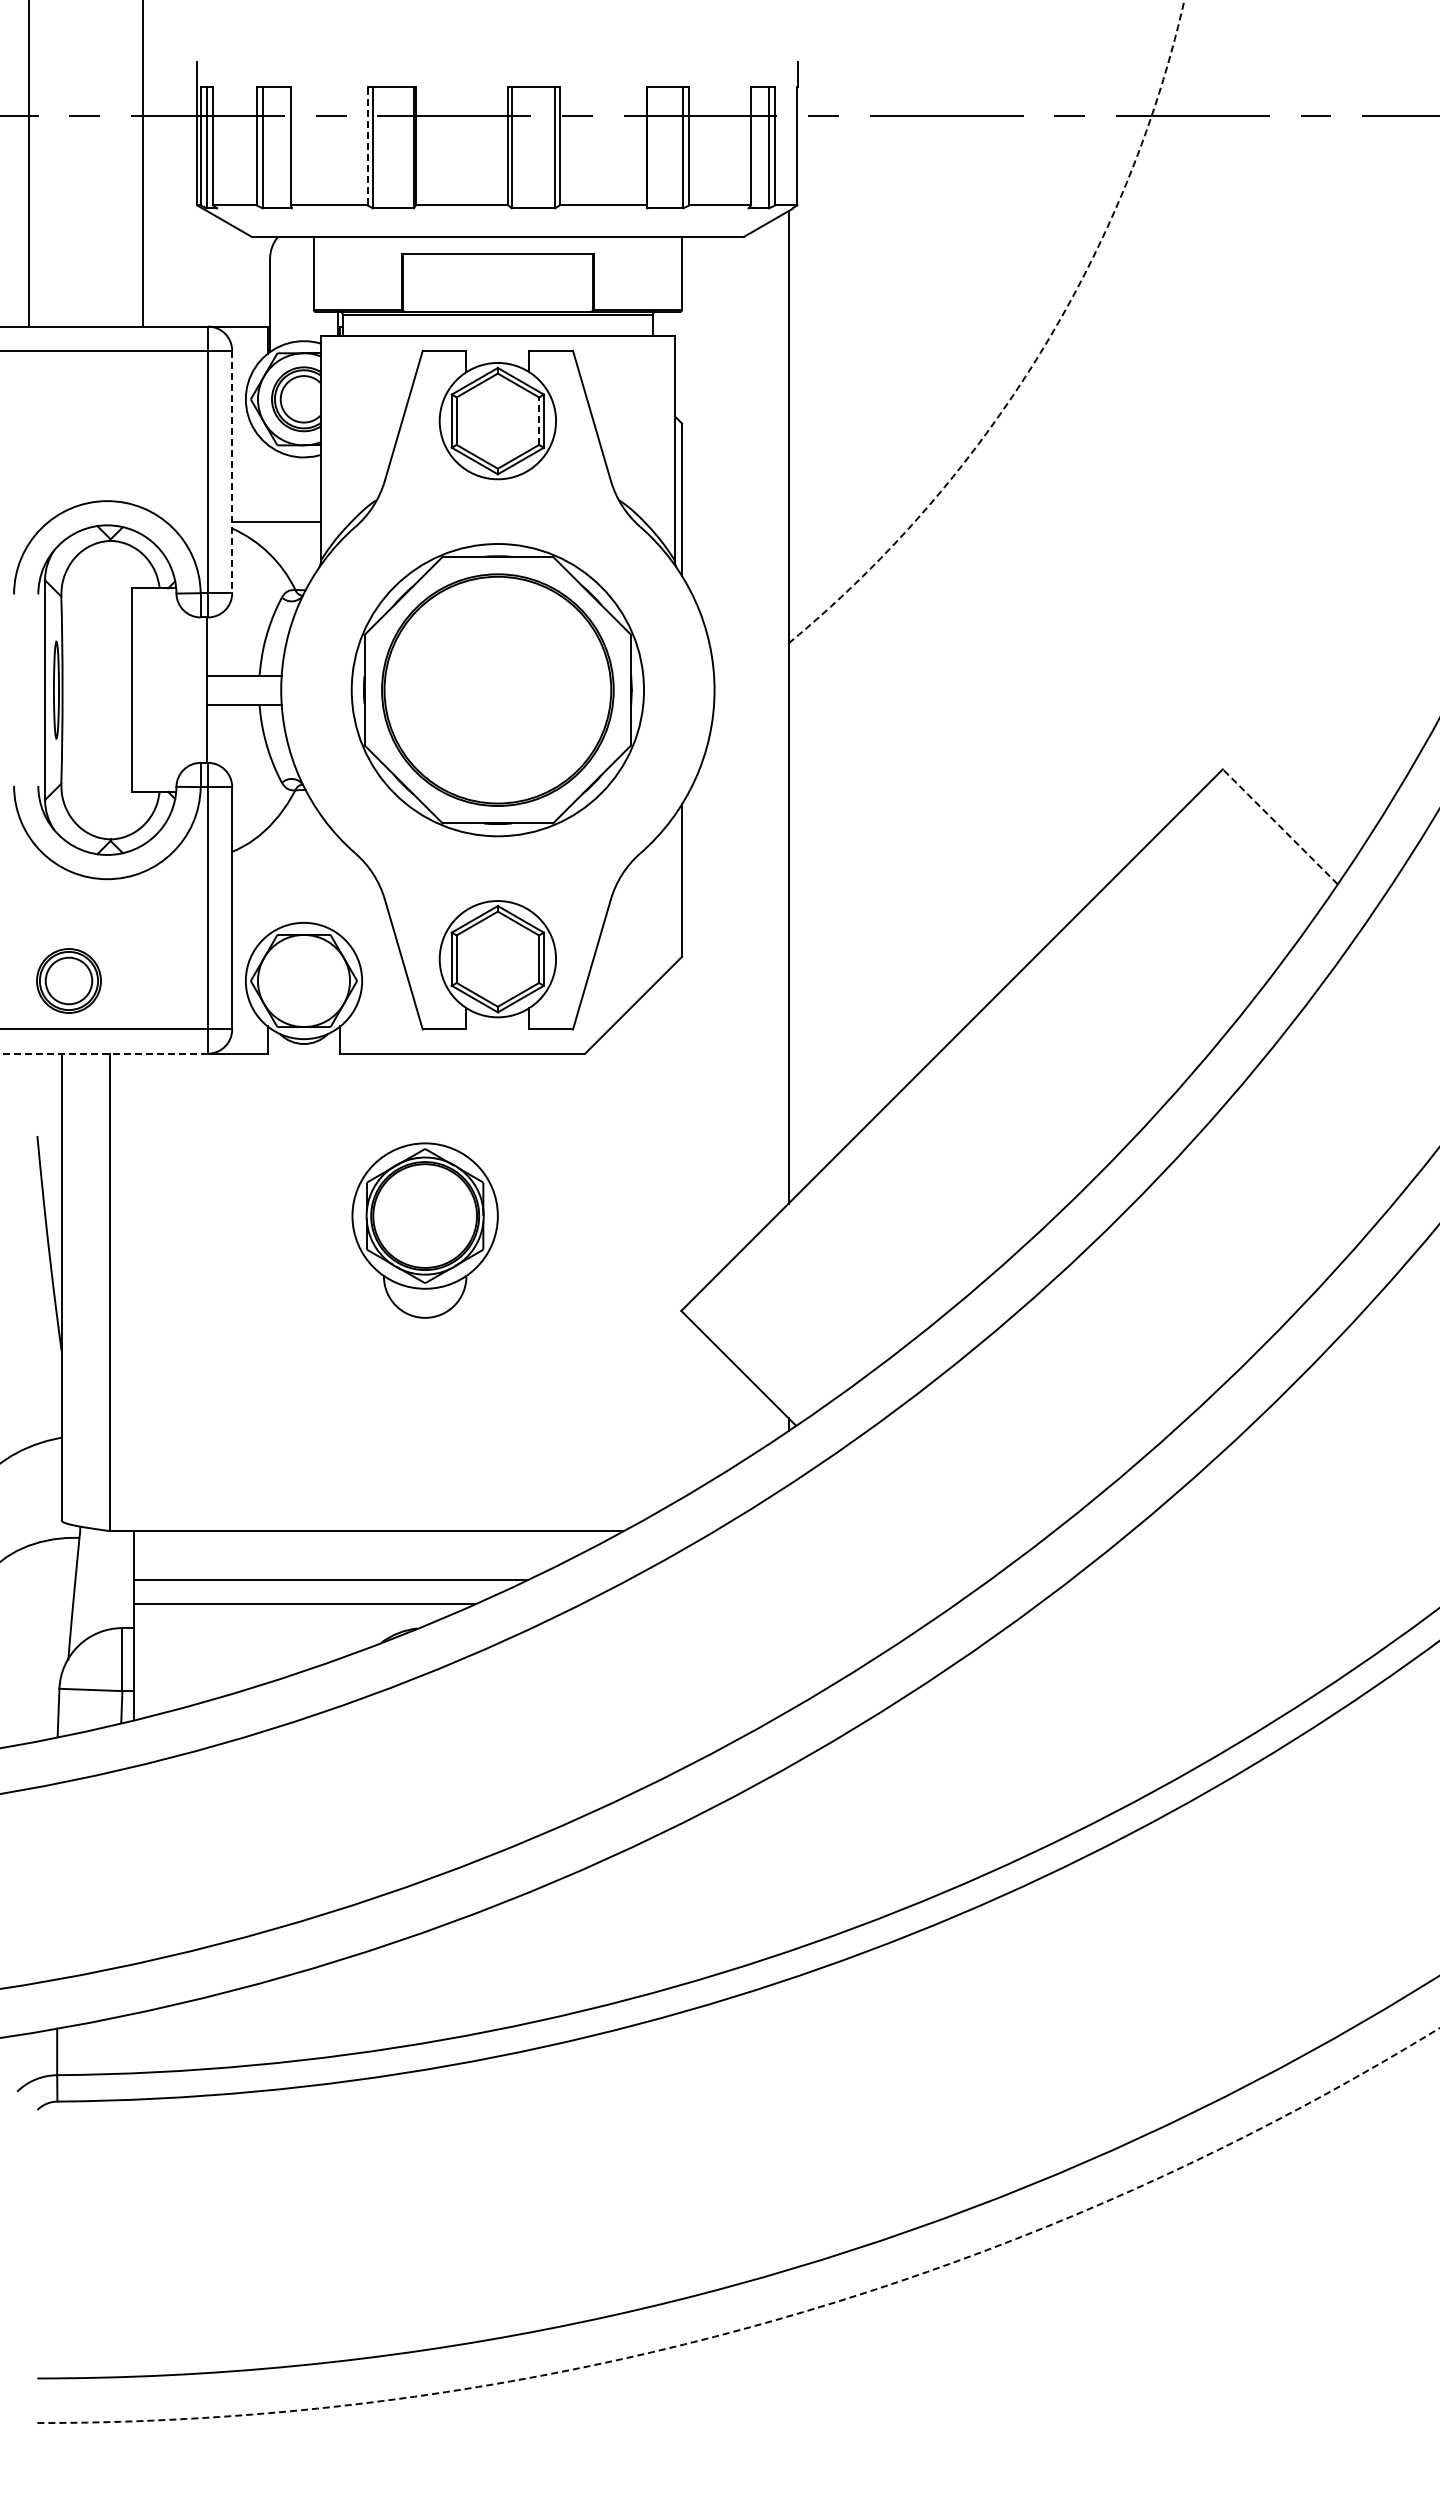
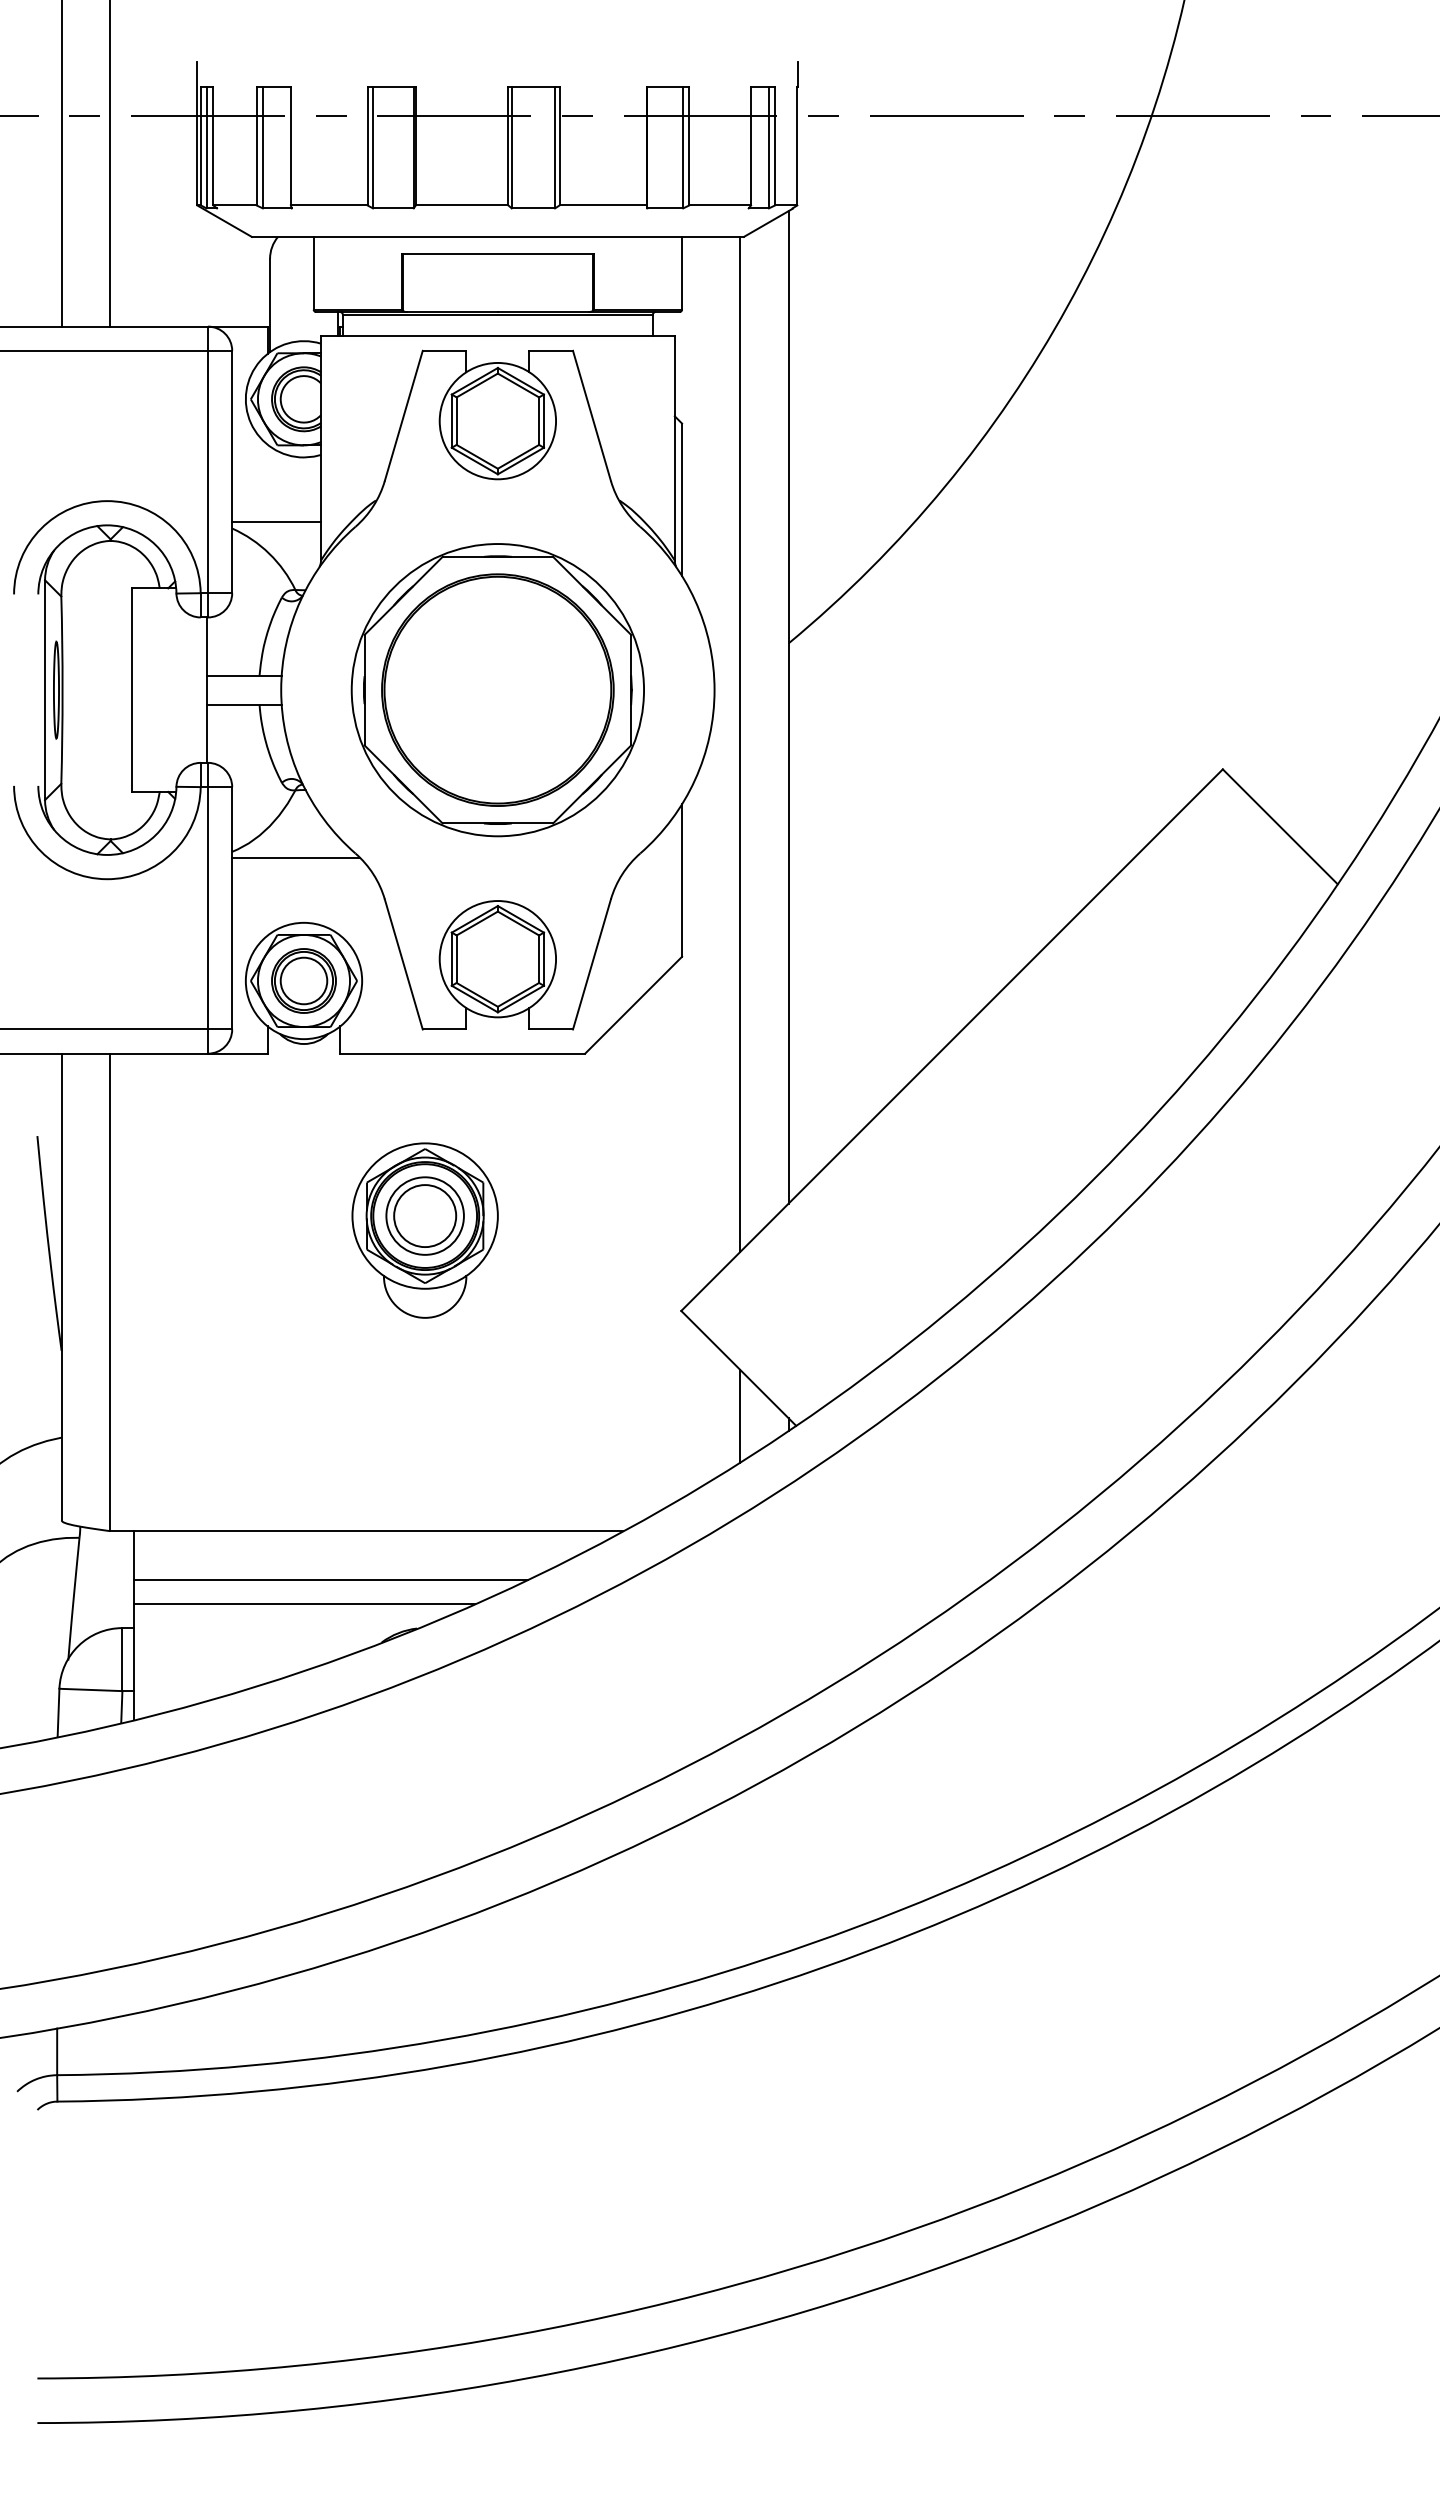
line at (367, 145): dashed -> solid
line at (28, 164) position: (28, 164) -> (61, 164)
line at (143, 164) position: (143, 164) -> (110, 164)
arc at (1039, 354): dashed -> solid
line at (539, 421): dashed -> solid
line at (232, 472): dashed -> solid
line at (740, 744): none -> present
line at (1279, 826): dashed -> solid
line at (296, 857): none -> present
part at (68, 980) position: (68, 980) -> (303, 980)
line at (104, 1053): dashed -> solid
part at (424, 1215): none -> present
line at (740, 1415): none -> present
arc at (766, 2322): dashed -> solid
